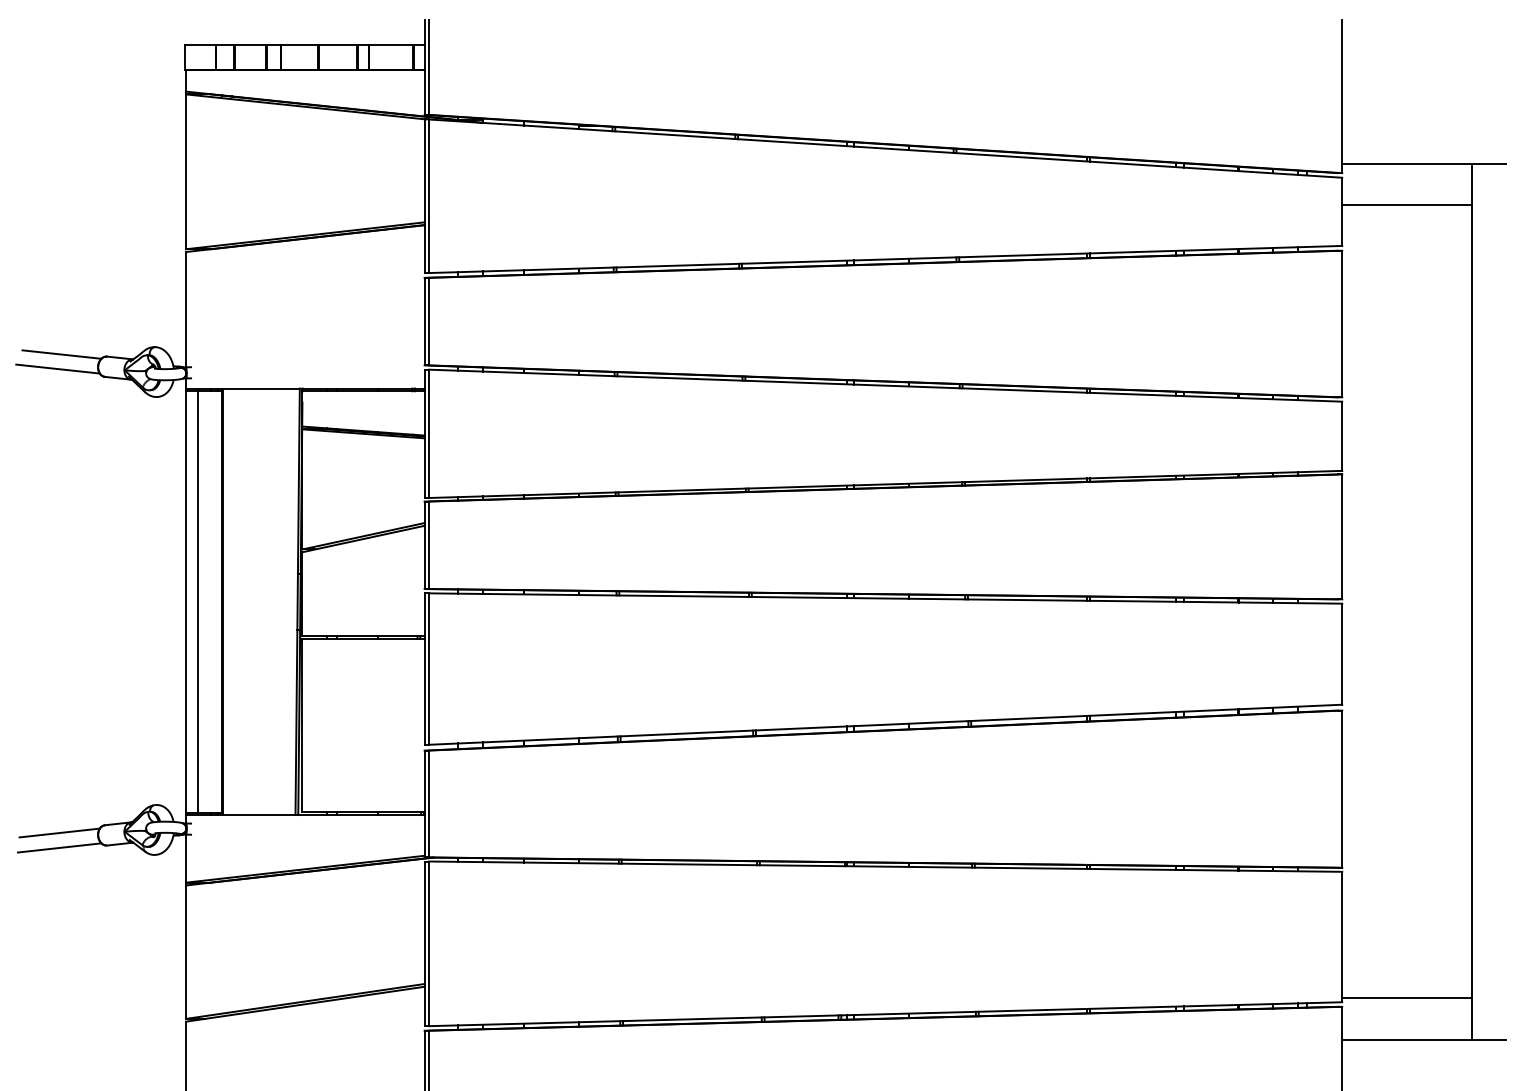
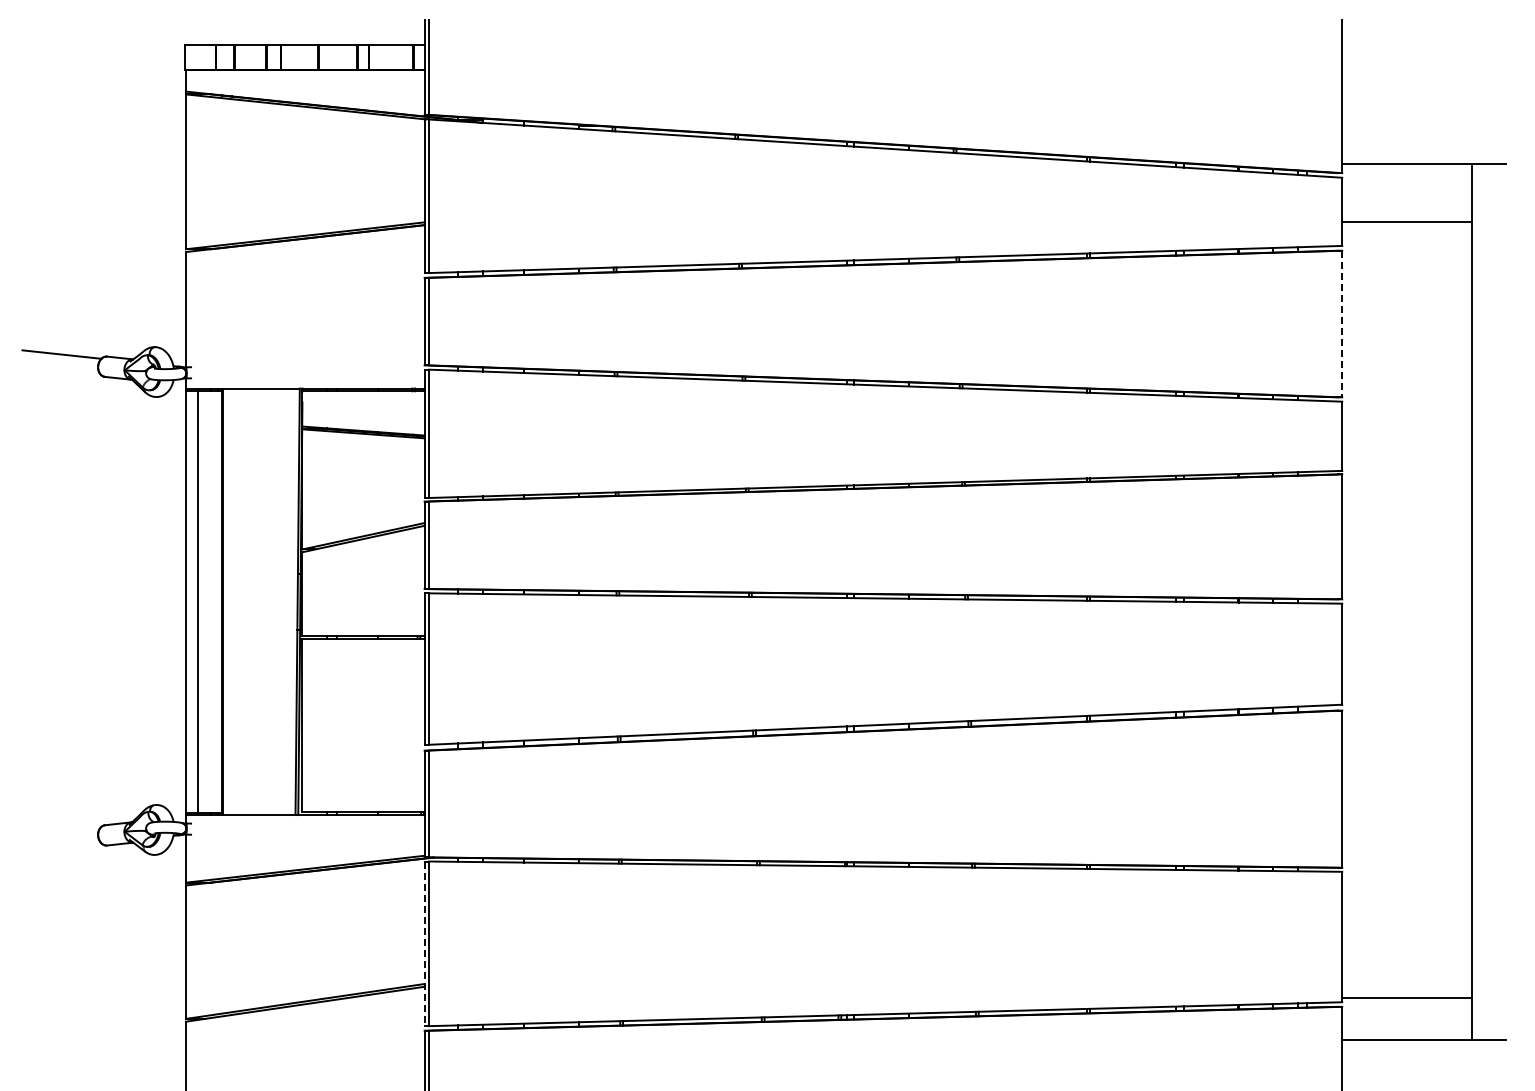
line at (1406, 205) position: (1406, 205) -> (1406, 222)
line at (1342, 324): solid -> dashed
line at (57, 368): present -> none
line at (59, 832): present -> none
line at (59, 847): present -> none
line at (424, 944): solid -> dashed
